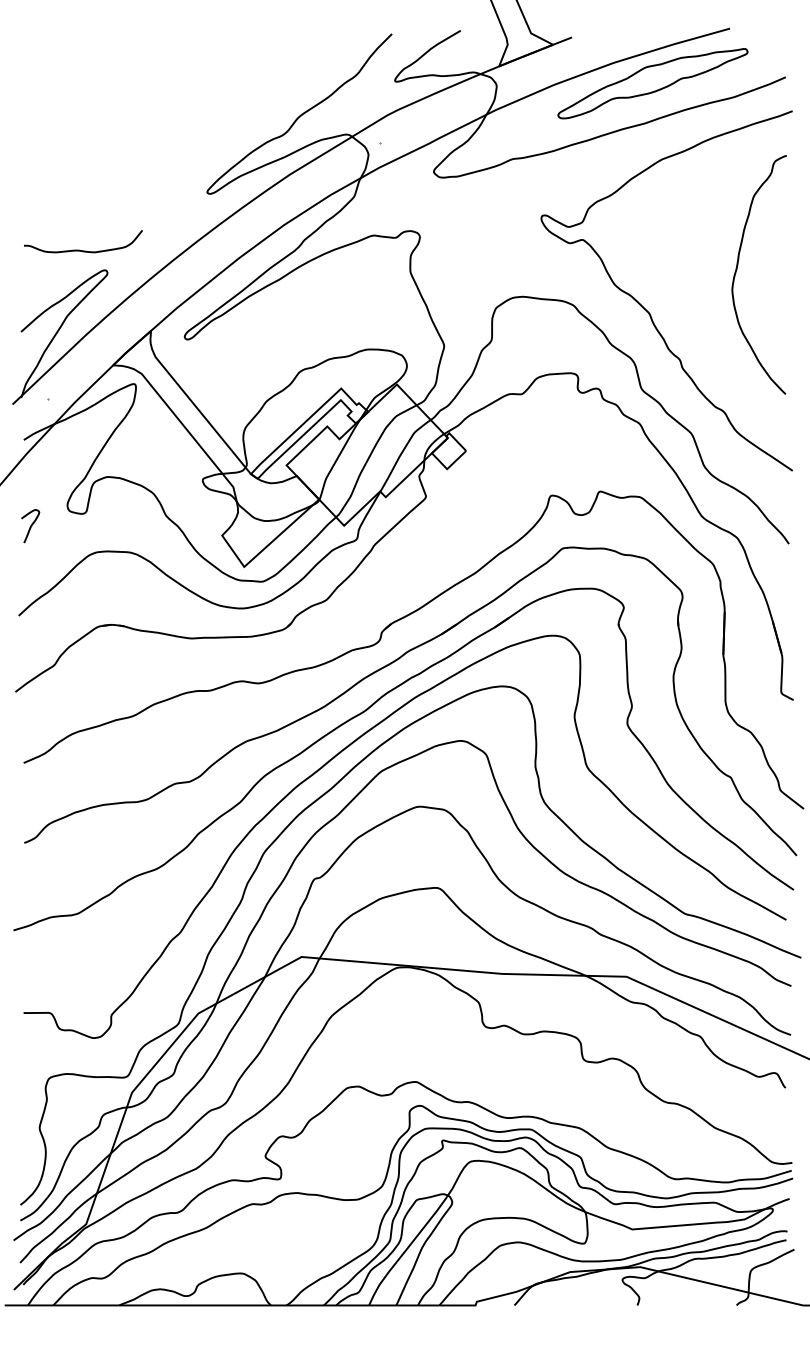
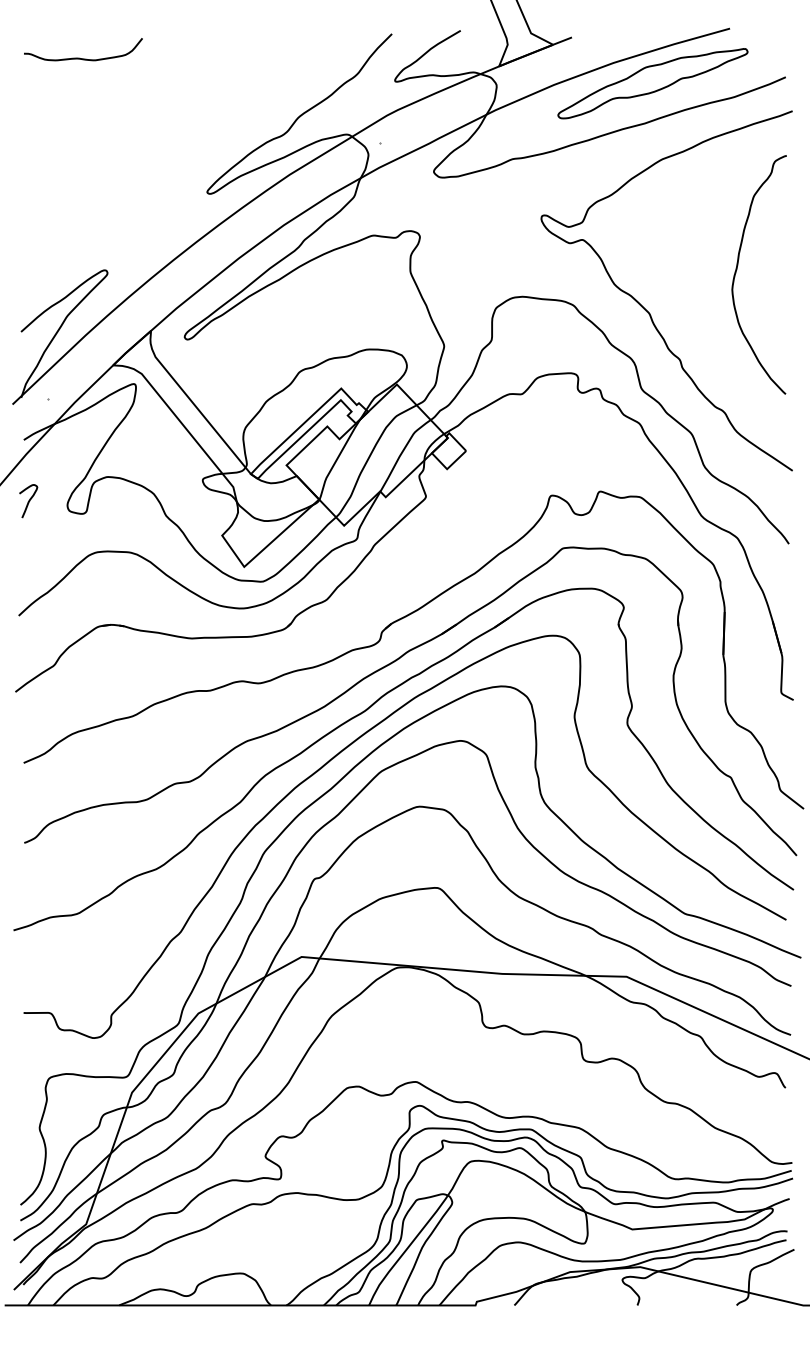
curve at (79, 249) position: (79, 249) -> (79, 57)
curve at (30, 526) position: (30, 526) -> (28, 501)
